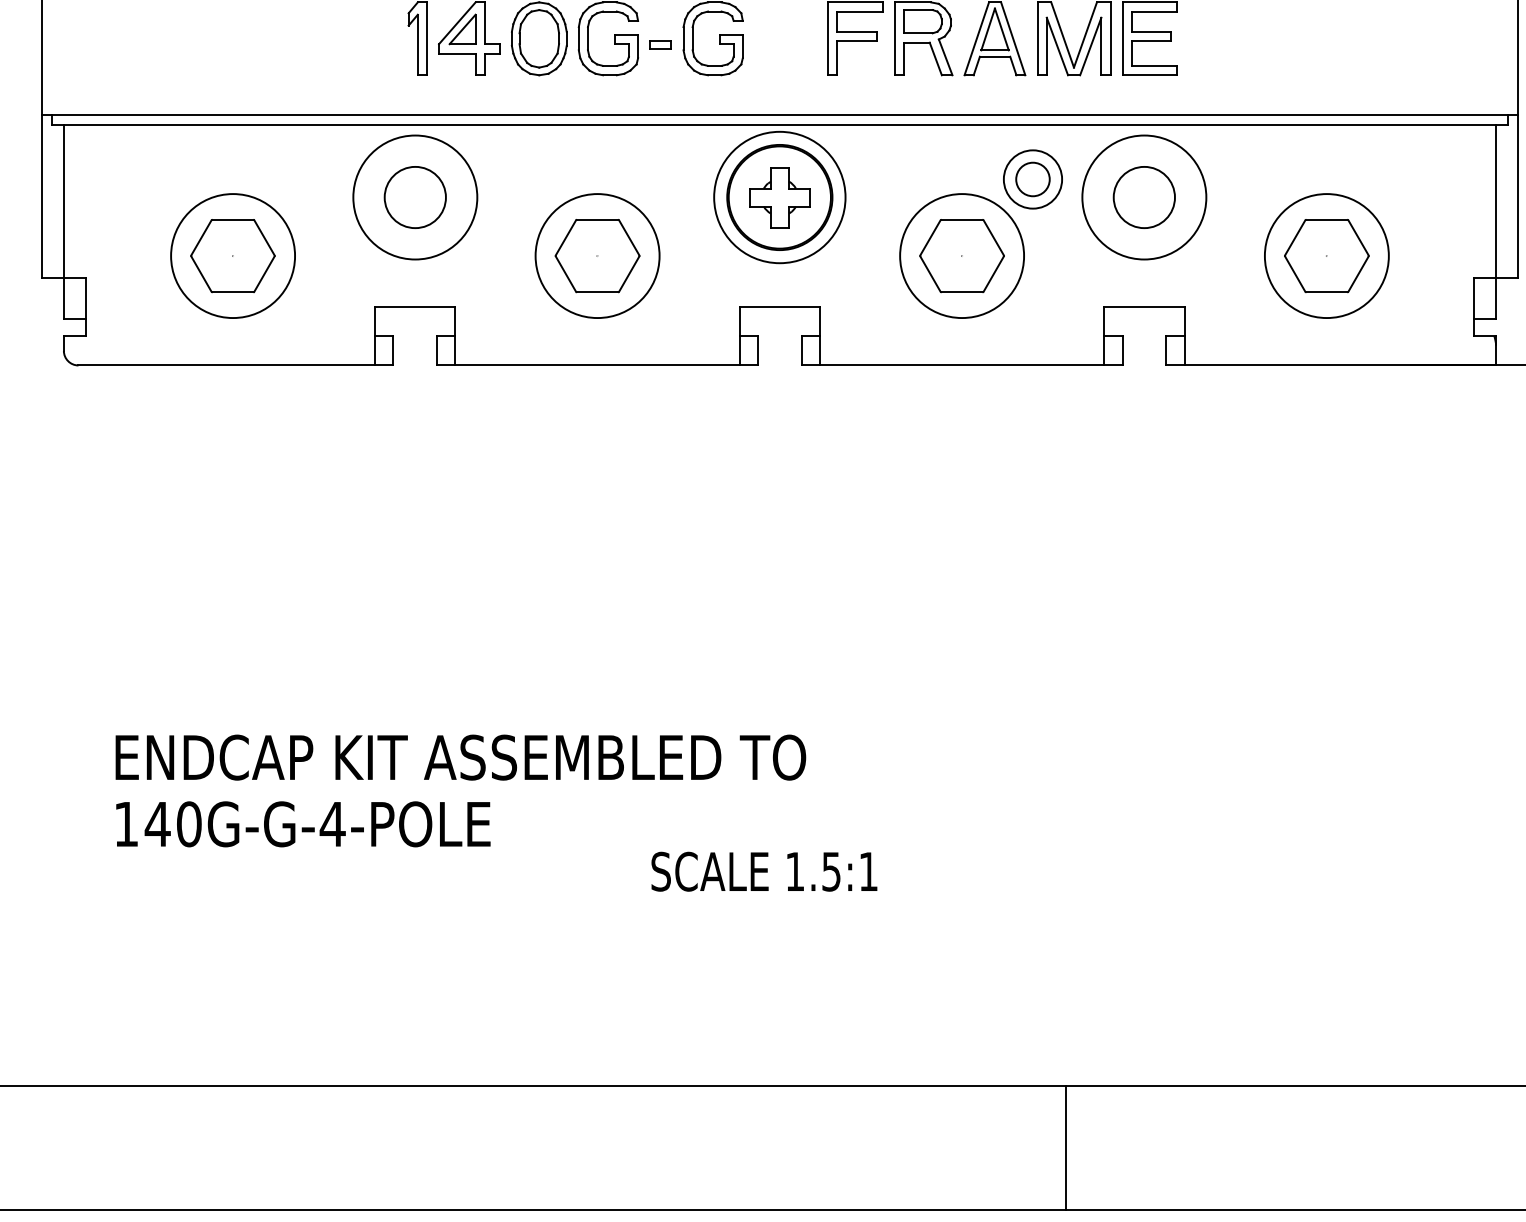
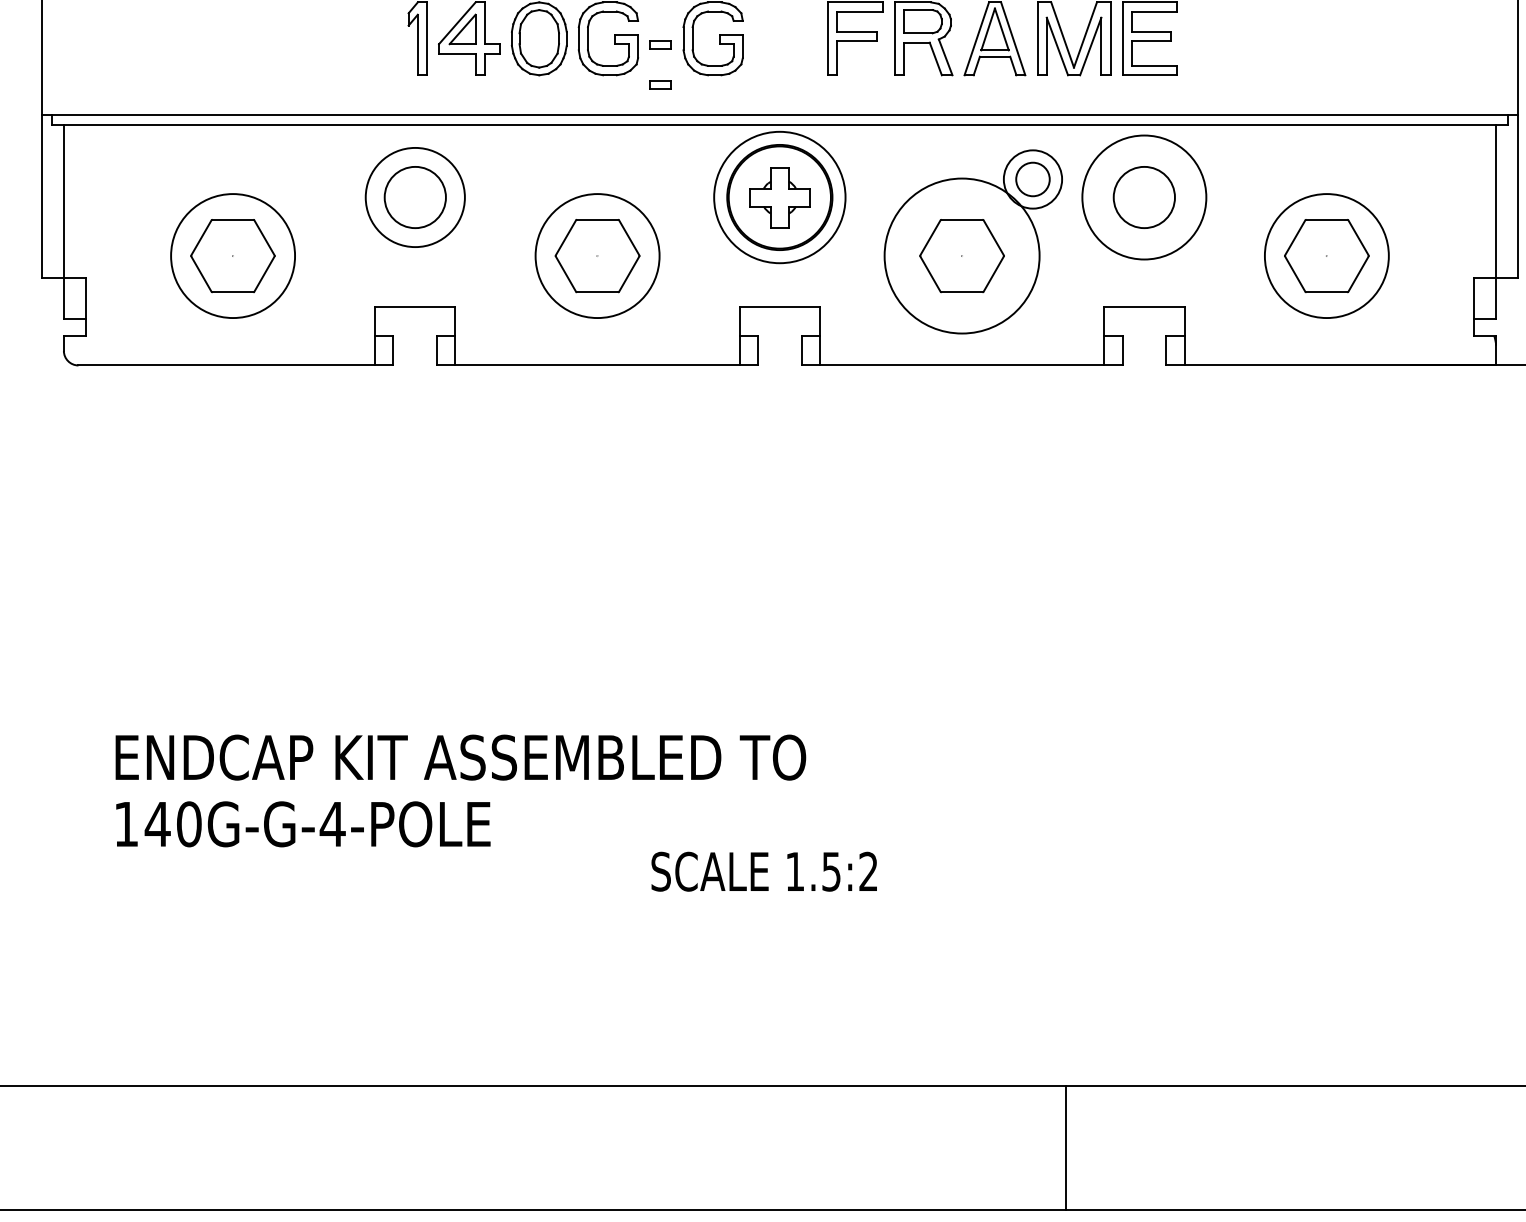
part at (660, 84): none -> present
circle at (415, 197) diameter: 124 px -> 99 px
circle at (962, 256) diameter: 124 px -> 155 px
text at (868, 870): 1.5:1 -> 1.5:2
